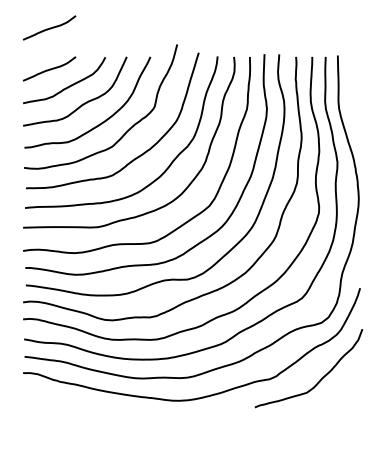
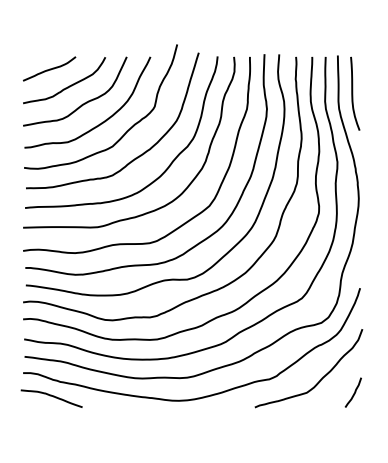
curve at (49, 27): present -> none
curve at (353, 93): none -> present
curve at (353, 393): none -> present
curve at (51, 396): none -> present
